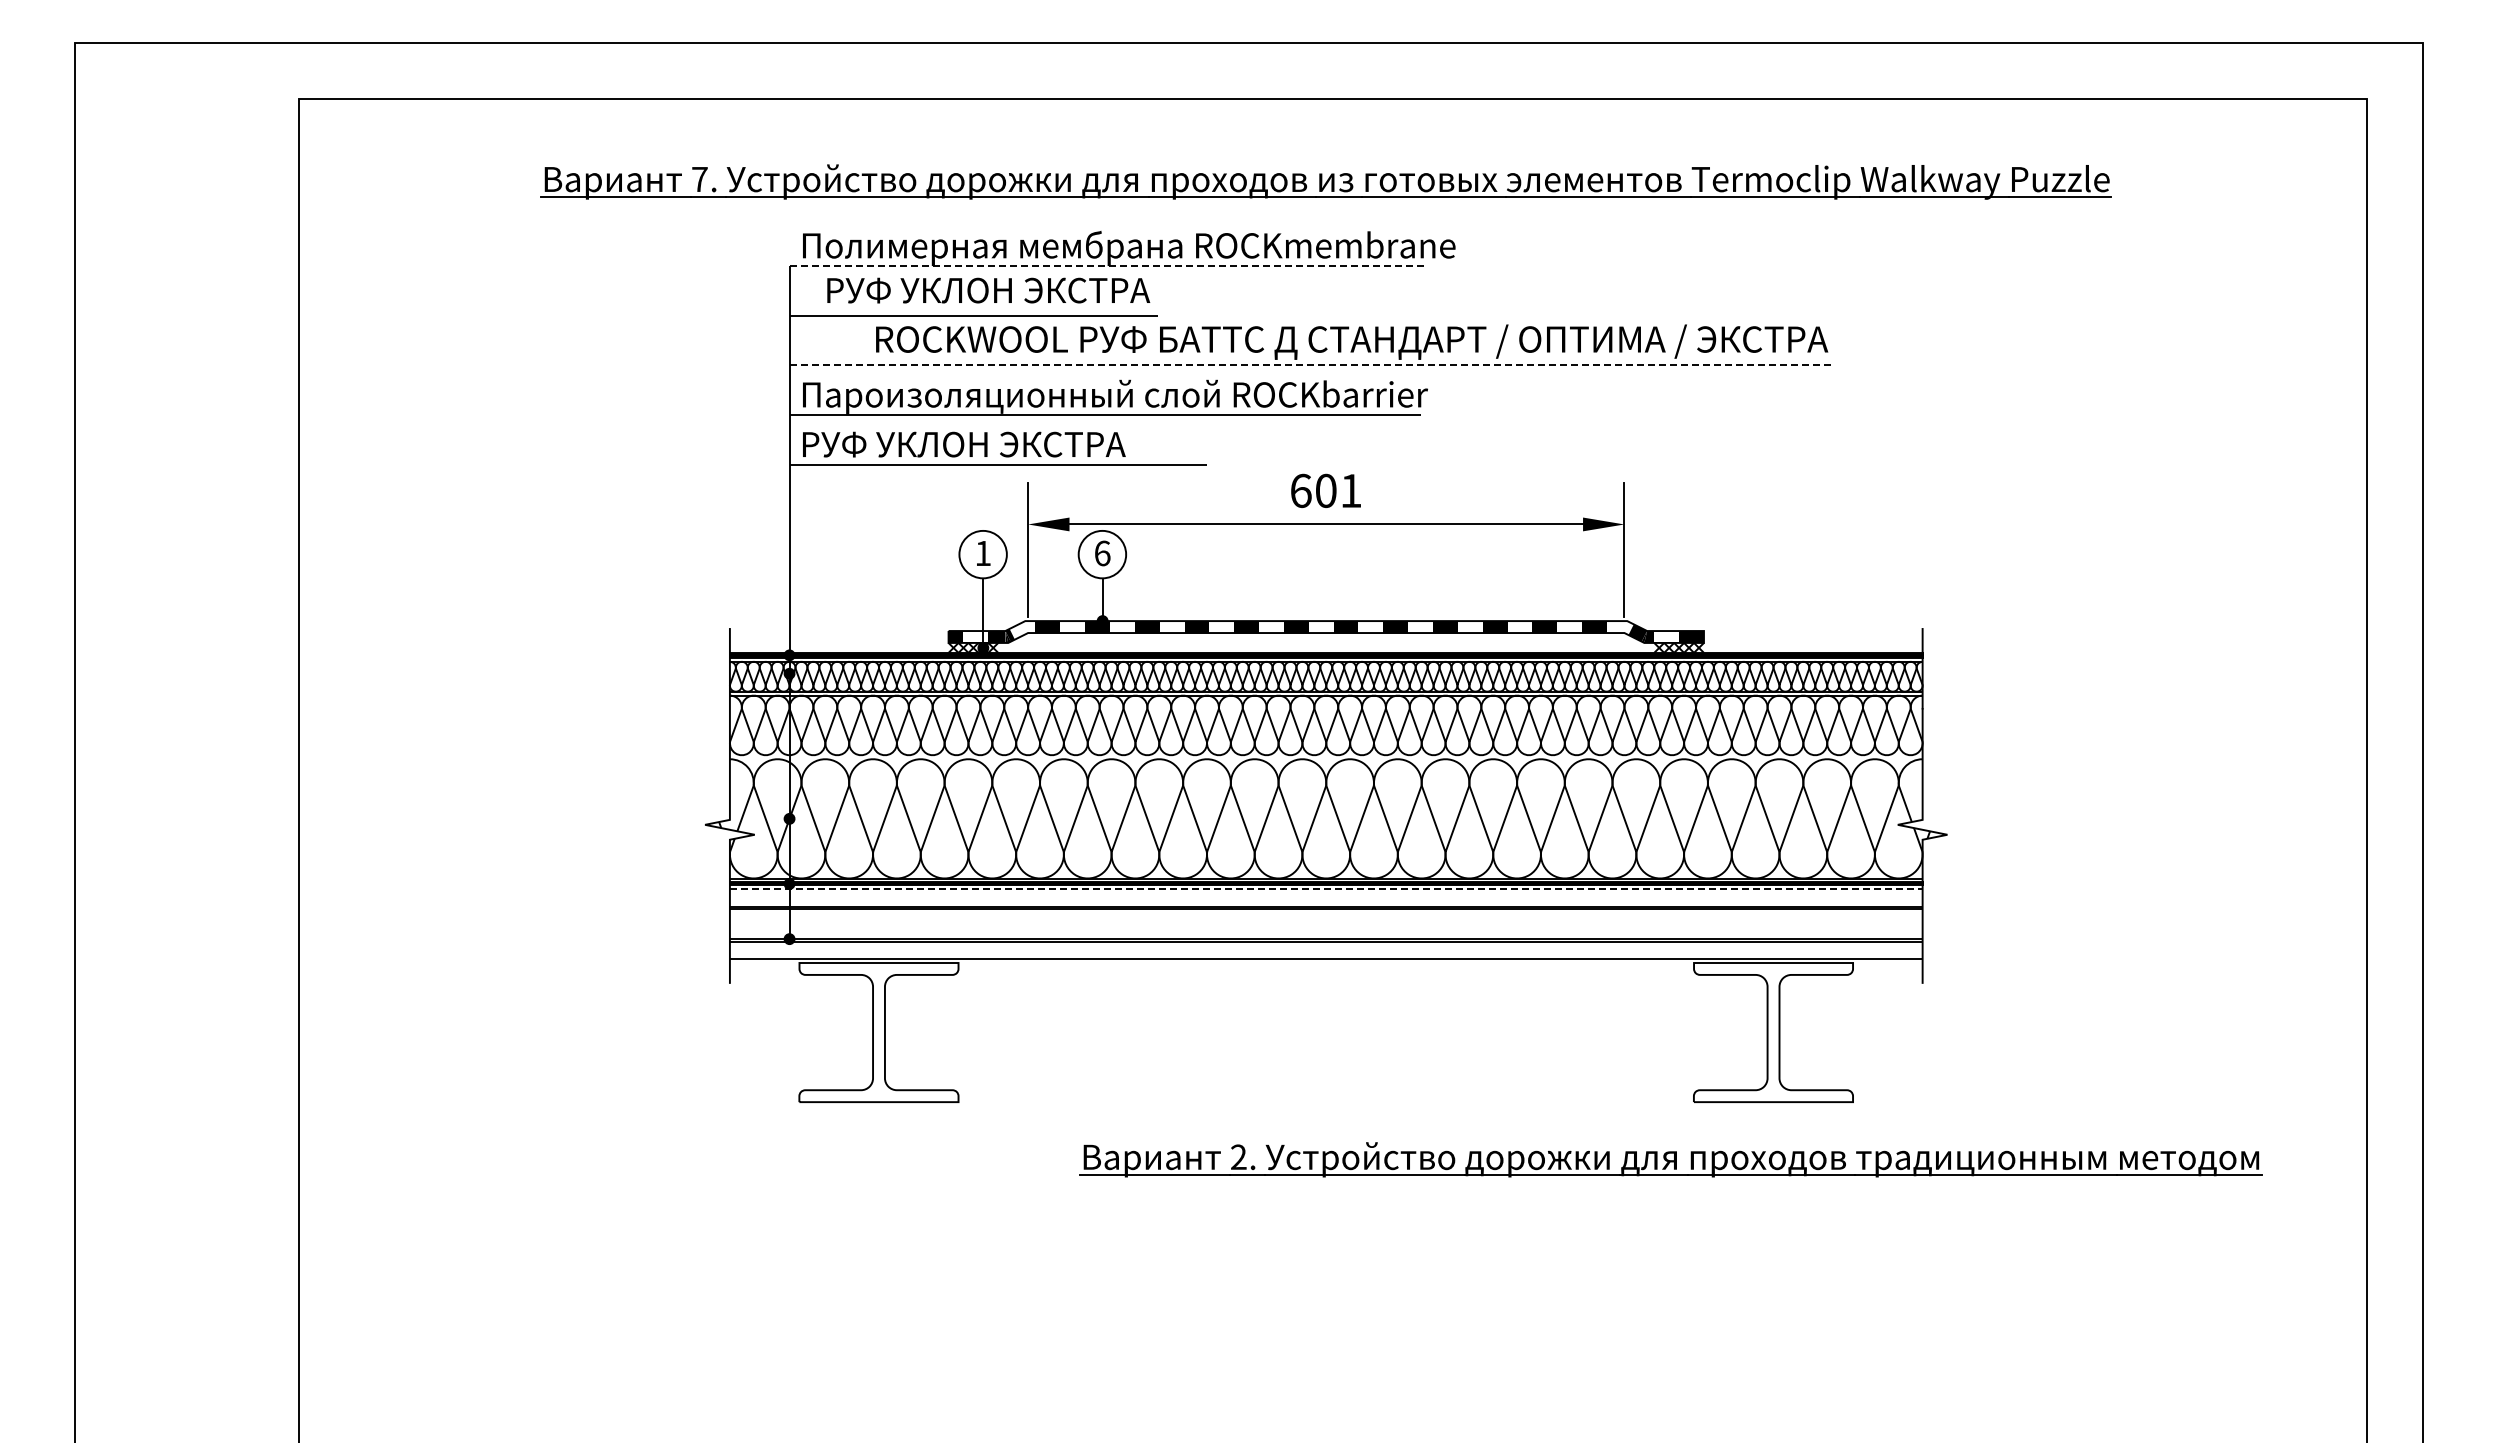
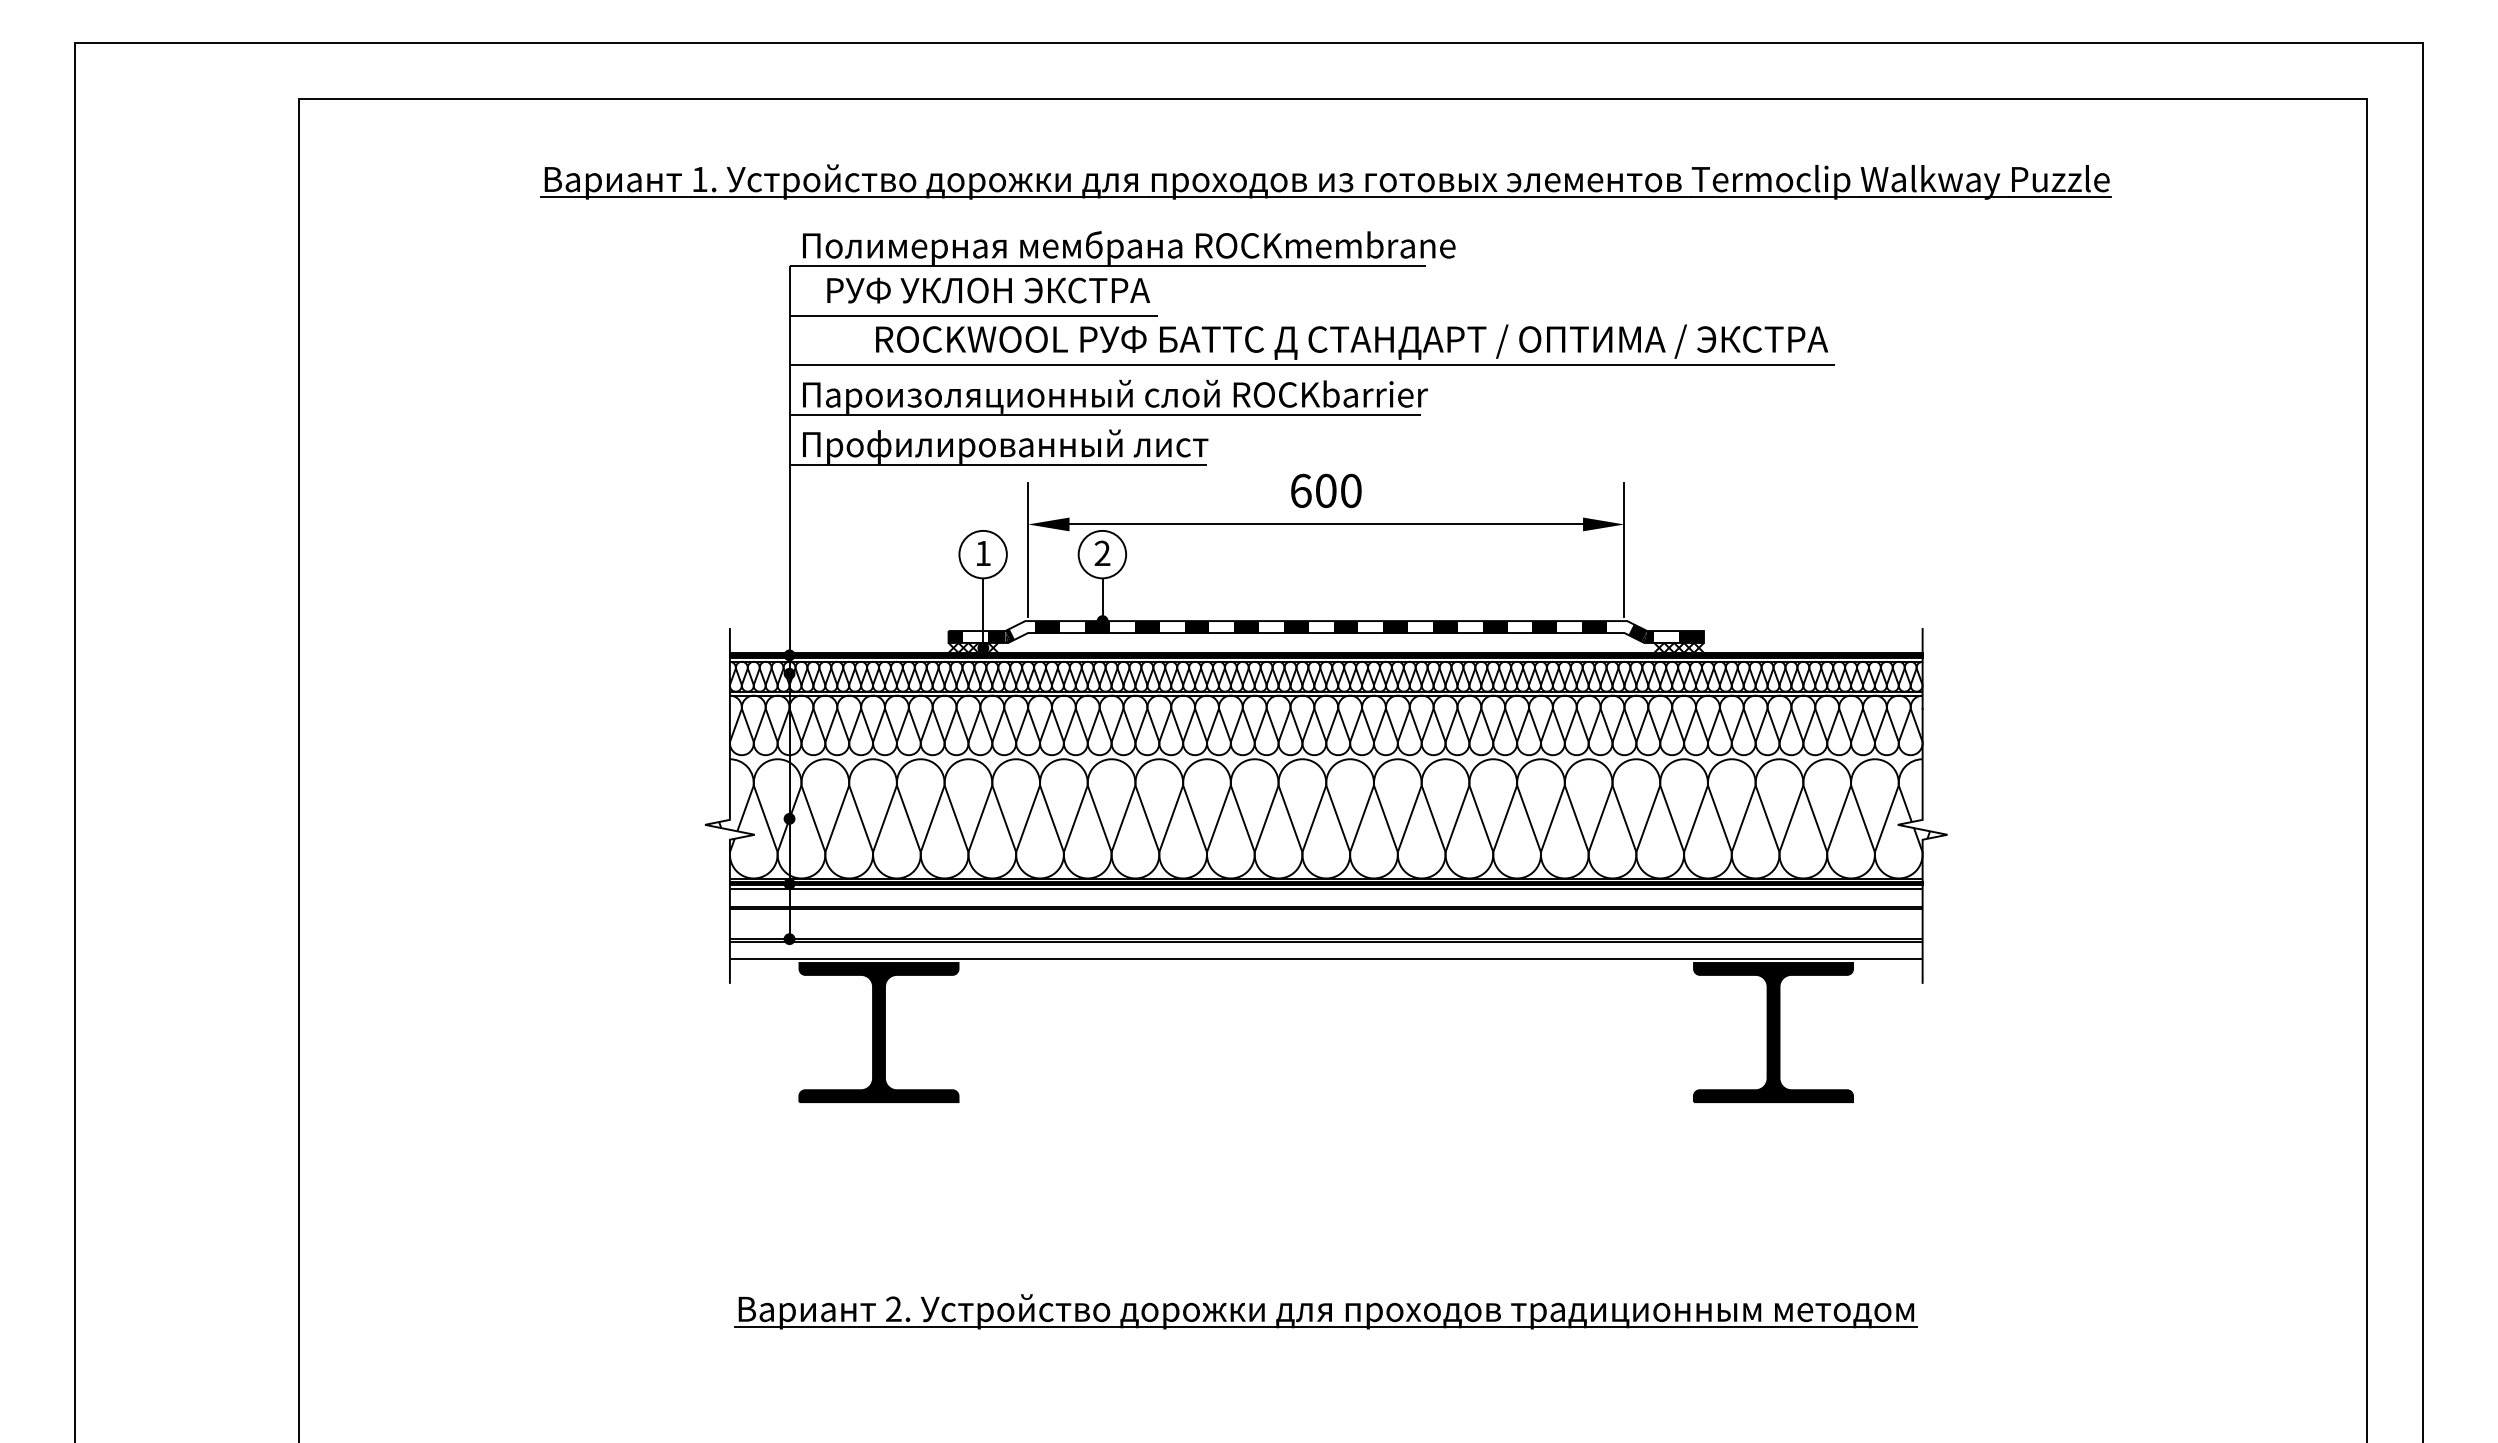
text at (699, 179): 7. -> 1.
line at (1108, 266): dashed -> solid
line at (1312, 365): dashed -> solid
text at (1007, 446): РУФ УКЛОН ЭКСТРА -> Профилированный лист
text at (1351, 490): 601 -> 600
text at (1102, 553): 6 -> 2
line at (1326, 889): dashed -> solid
fill at (878, 1032): none -> present
fill at (1773, 1032): none -> present
part at (1670, 1159) position: (1670, 1159) -> (1325, 1311)
